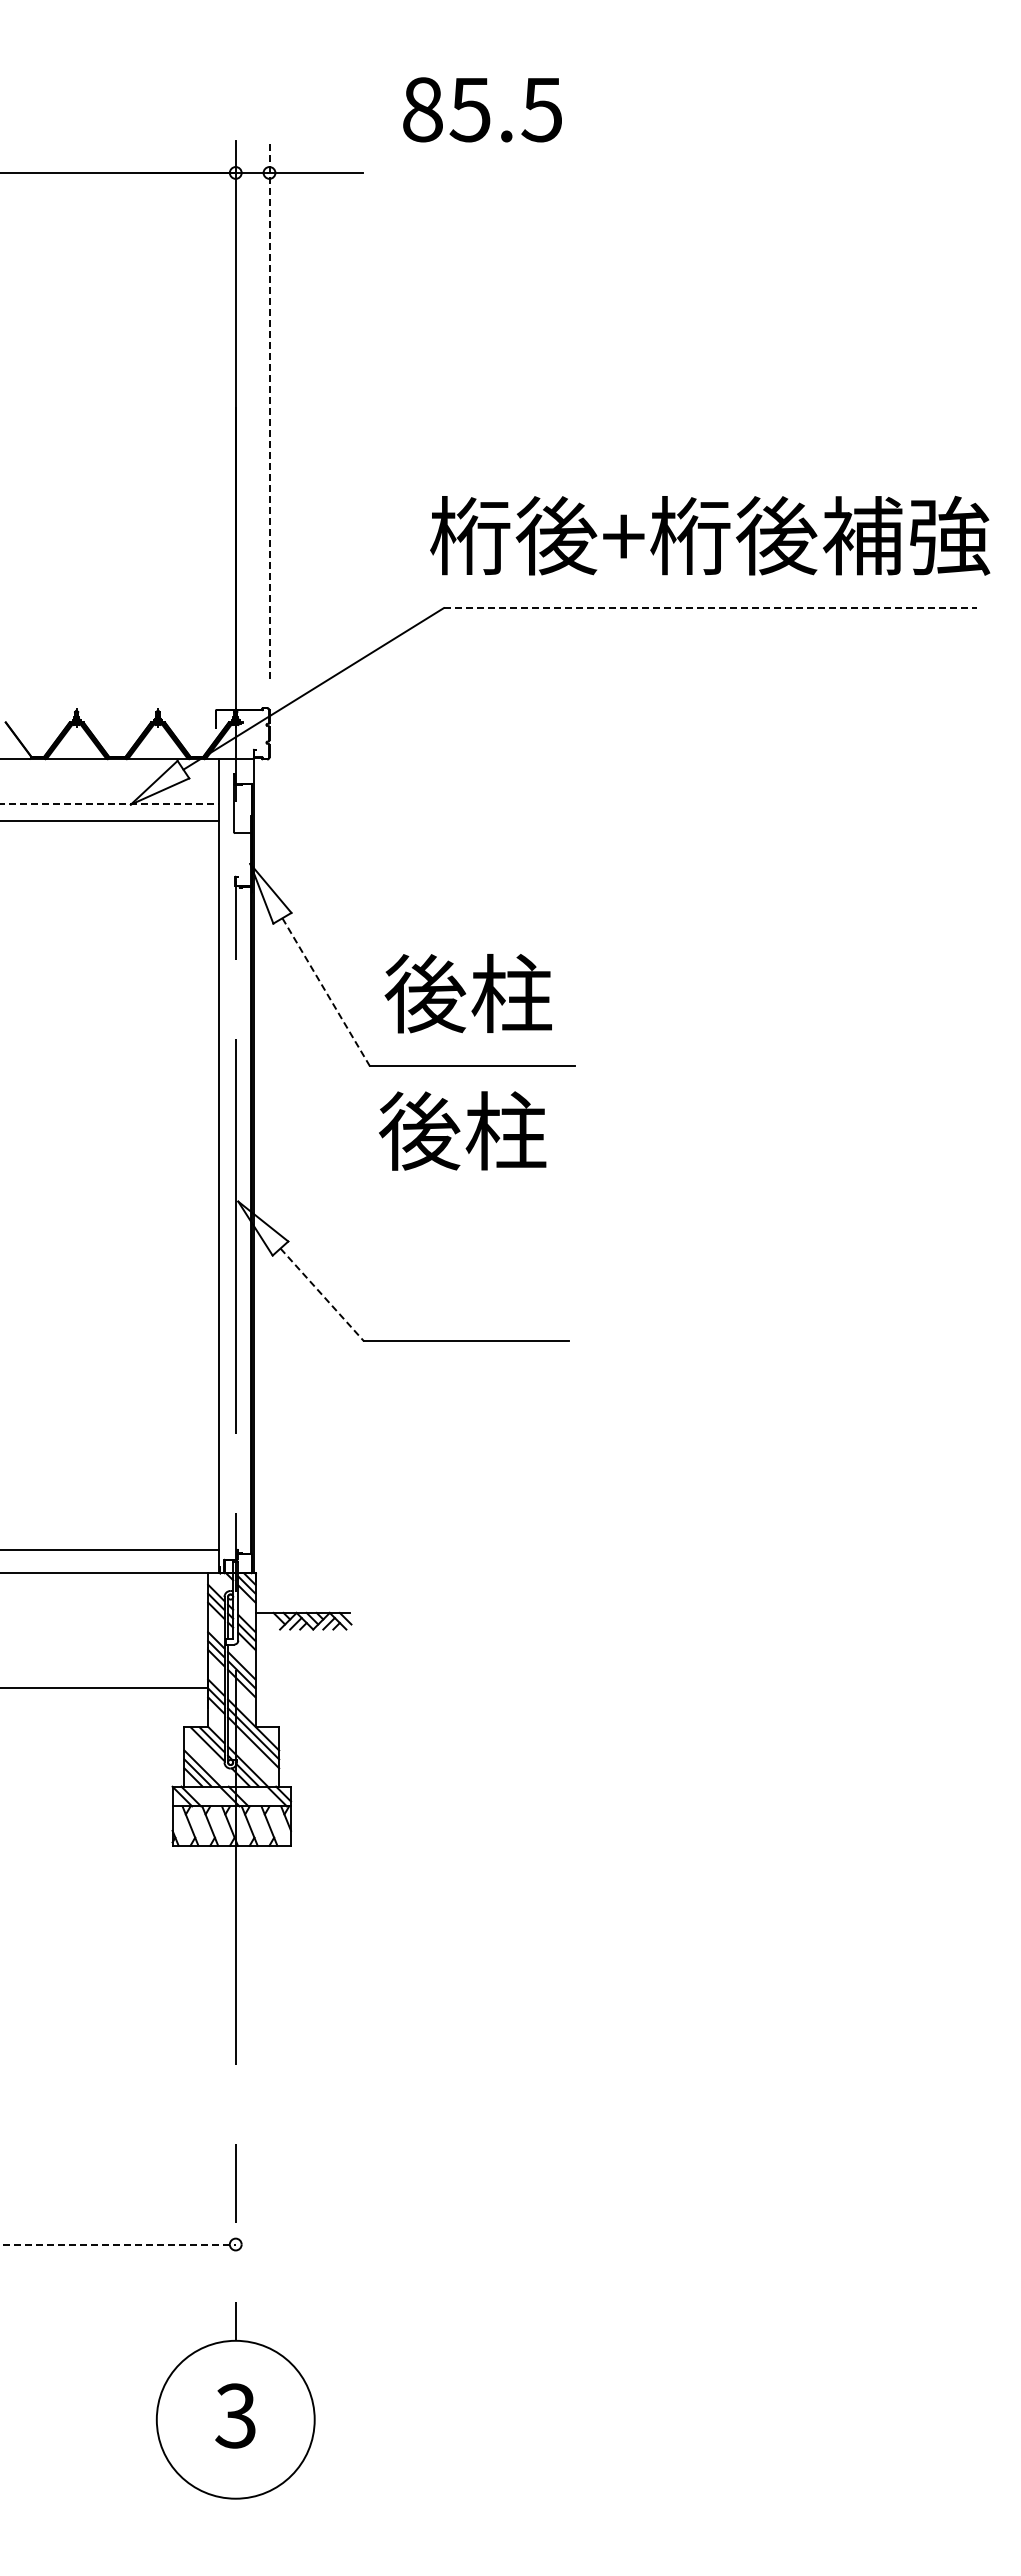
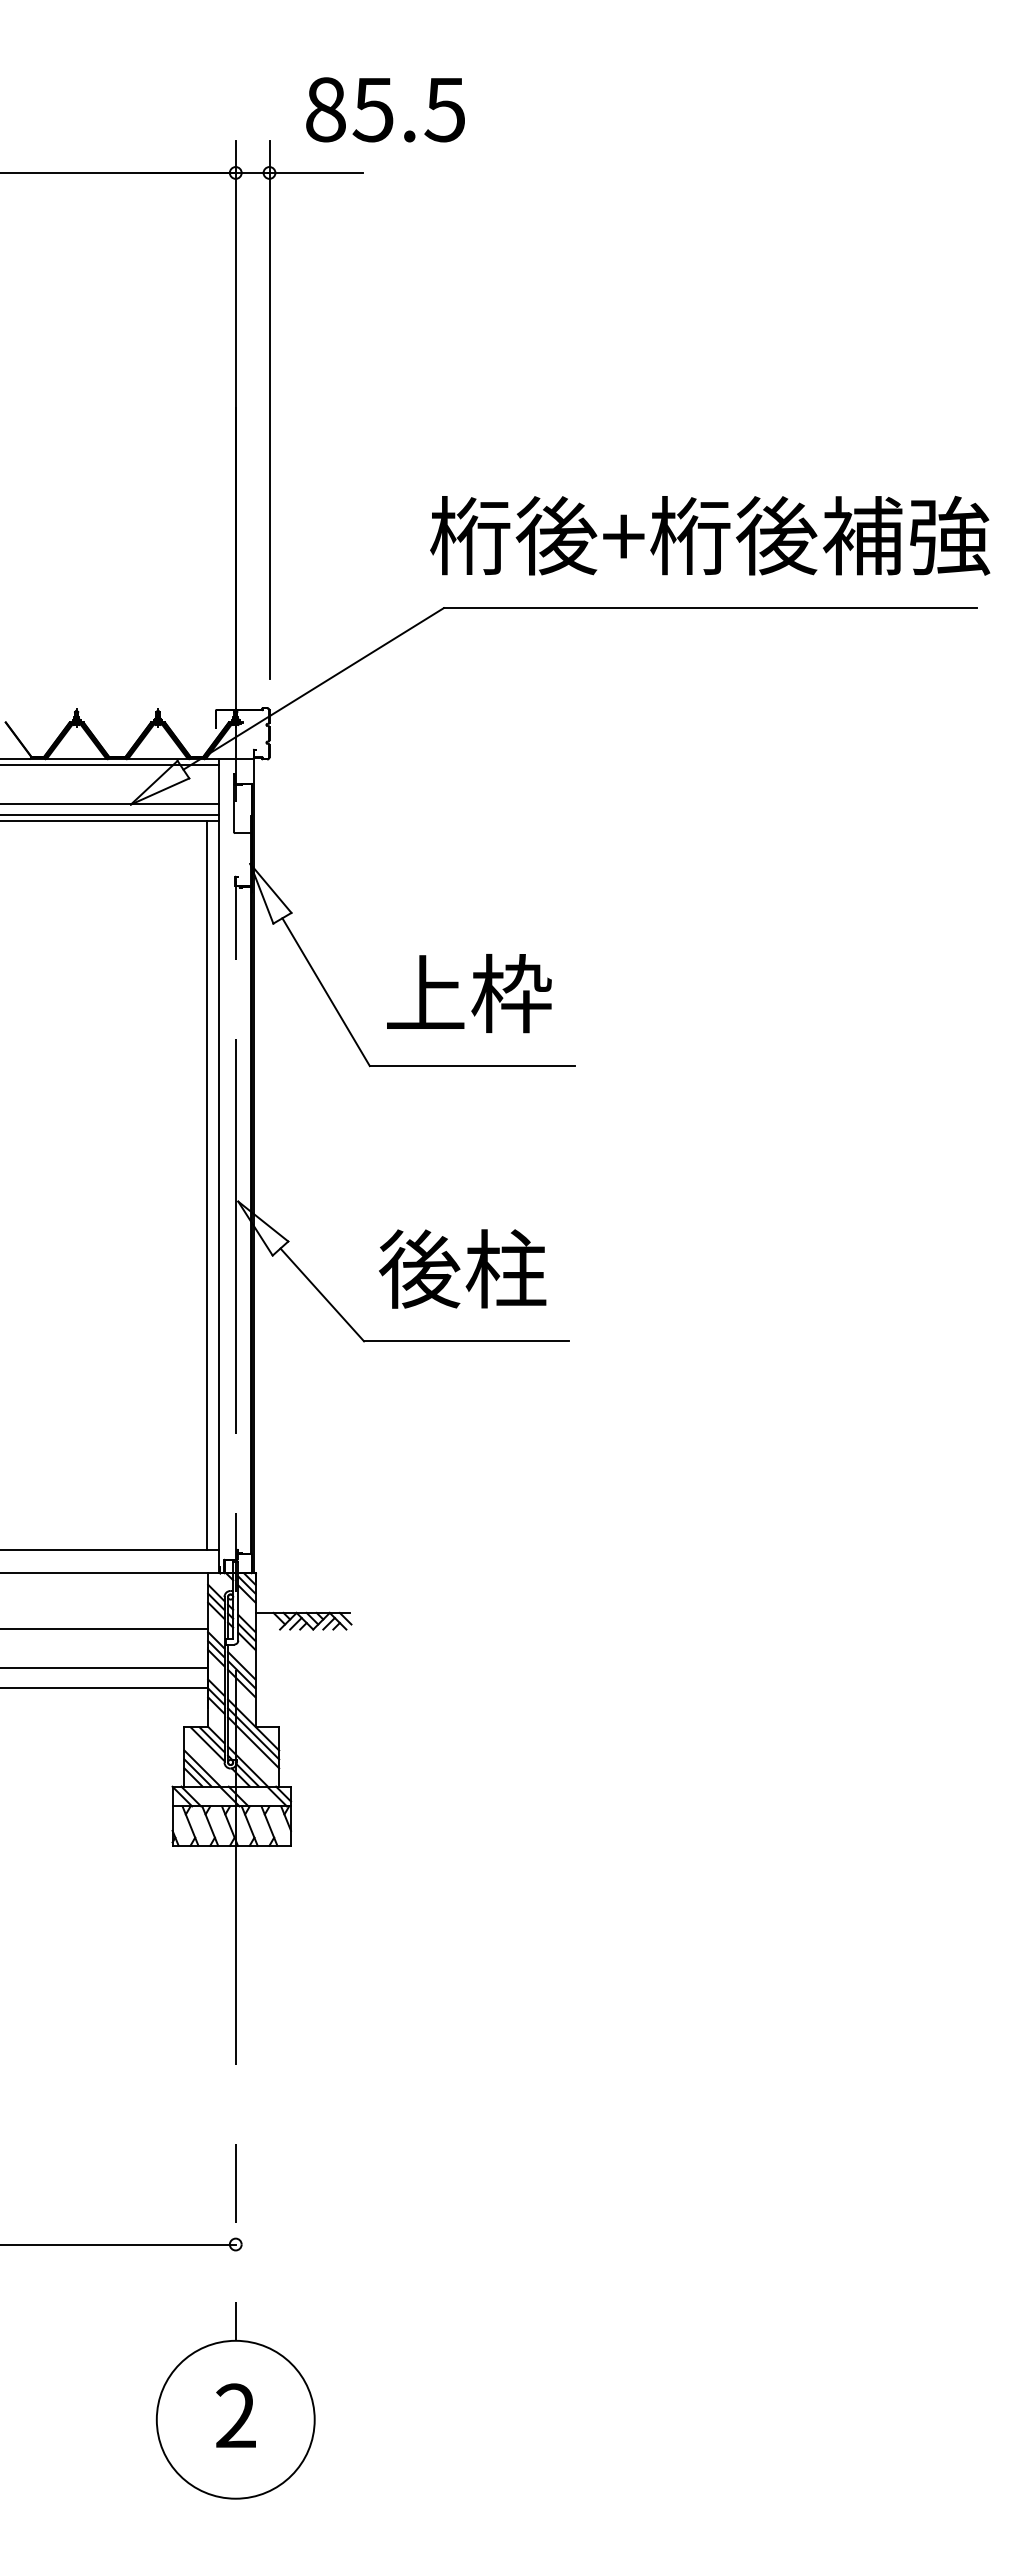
text at (482, 109) position: (482, 109) -> (385, 109)
line at (269, 409): dashed -> solid
line at (710, 608): dashed -> solid
line at (110, 764): none -> present
line at (110, 804): dashed -> solid
line at (110, 814): none -> present
line at (326, 992): dashed -> solid
text at (467, 993): 後柱 -> 上枠
text at (462, 1130) position: (462, 1130) -> (462, 1268)
line at (207, 1184): none -> present
line at (322, 1295): dashed -> solid
line at (105, 1628): none -> present
line at (105, 1668): none -> present
line at (118, 2244): dashed -> solid
text at (235, 2415): 3 -> 2
